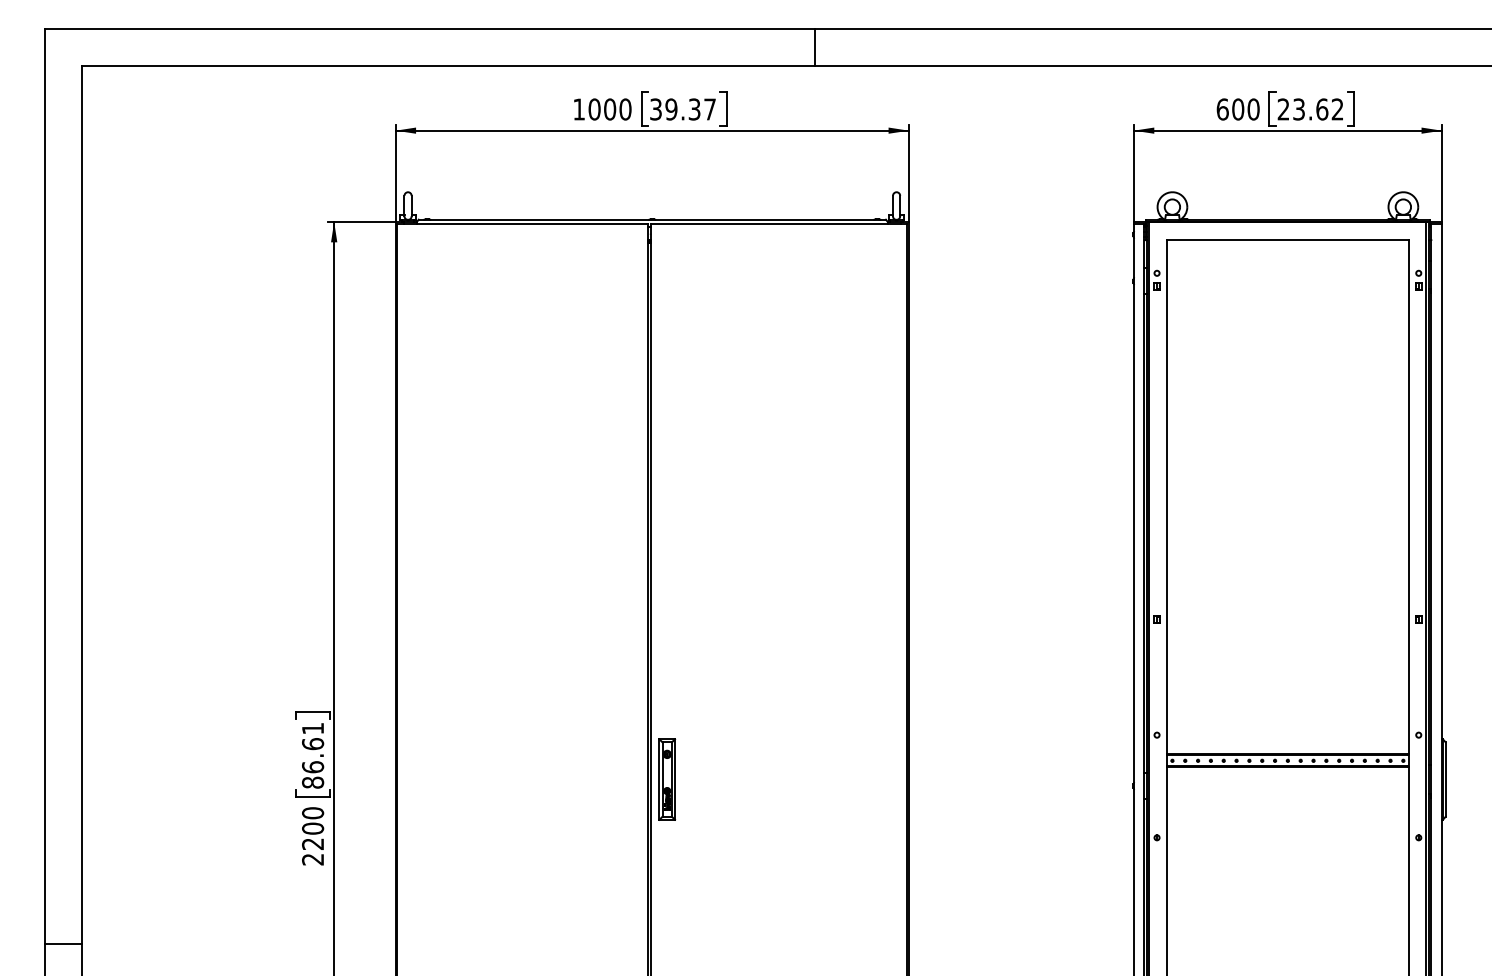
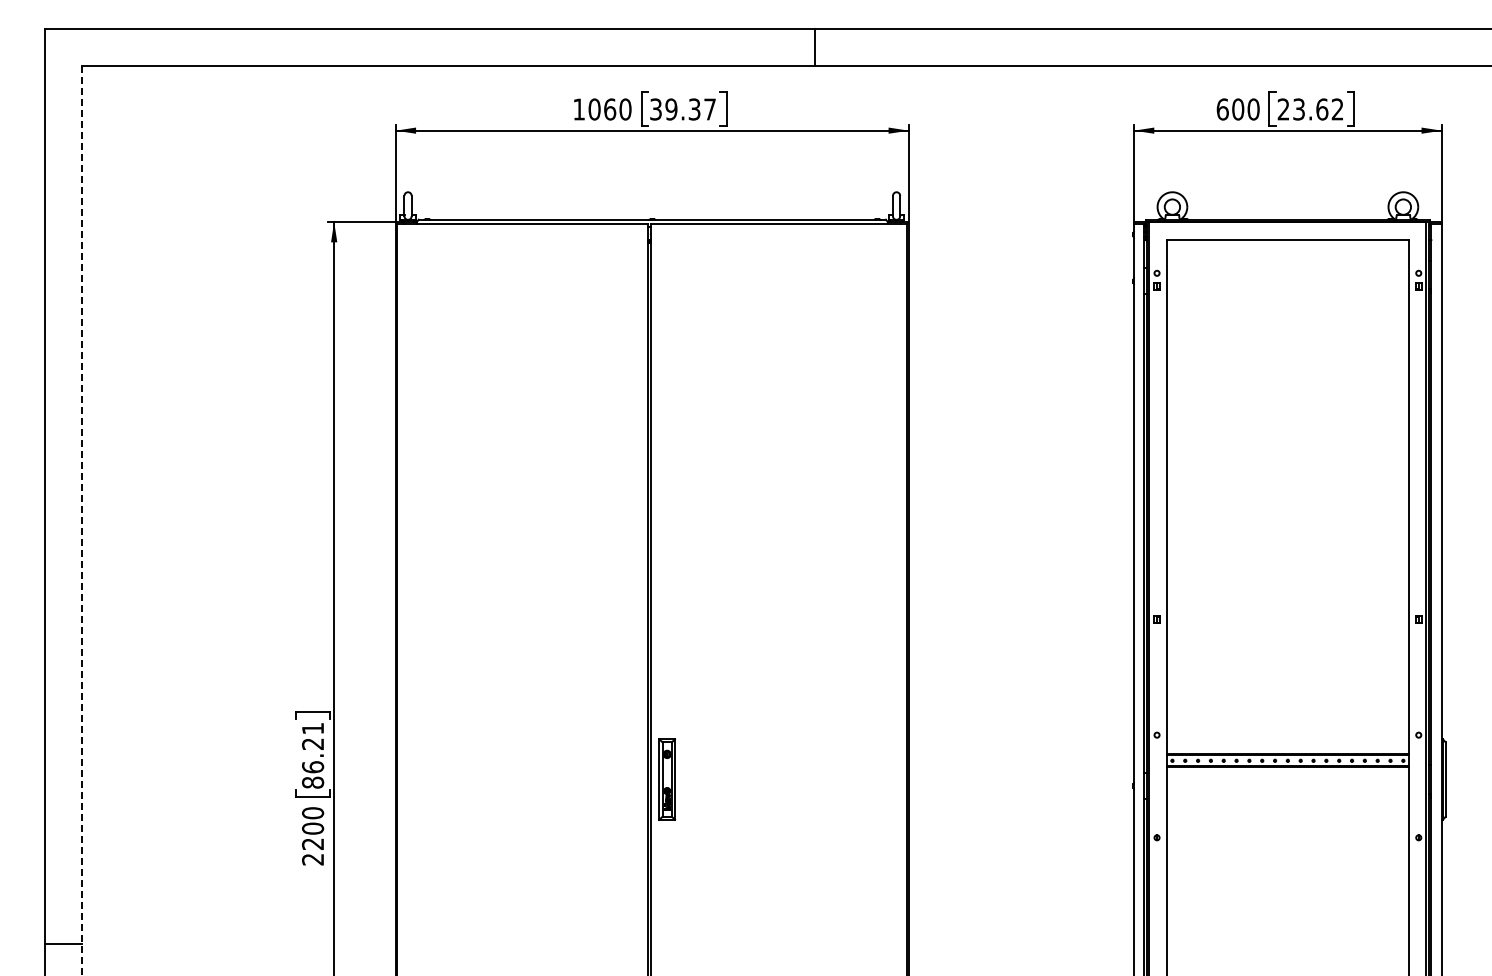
text at (610, 109): 1000 -> 1060
line at (81, 520): solid -> dashed
text at (313, 744): 86.61 -> 86.21
